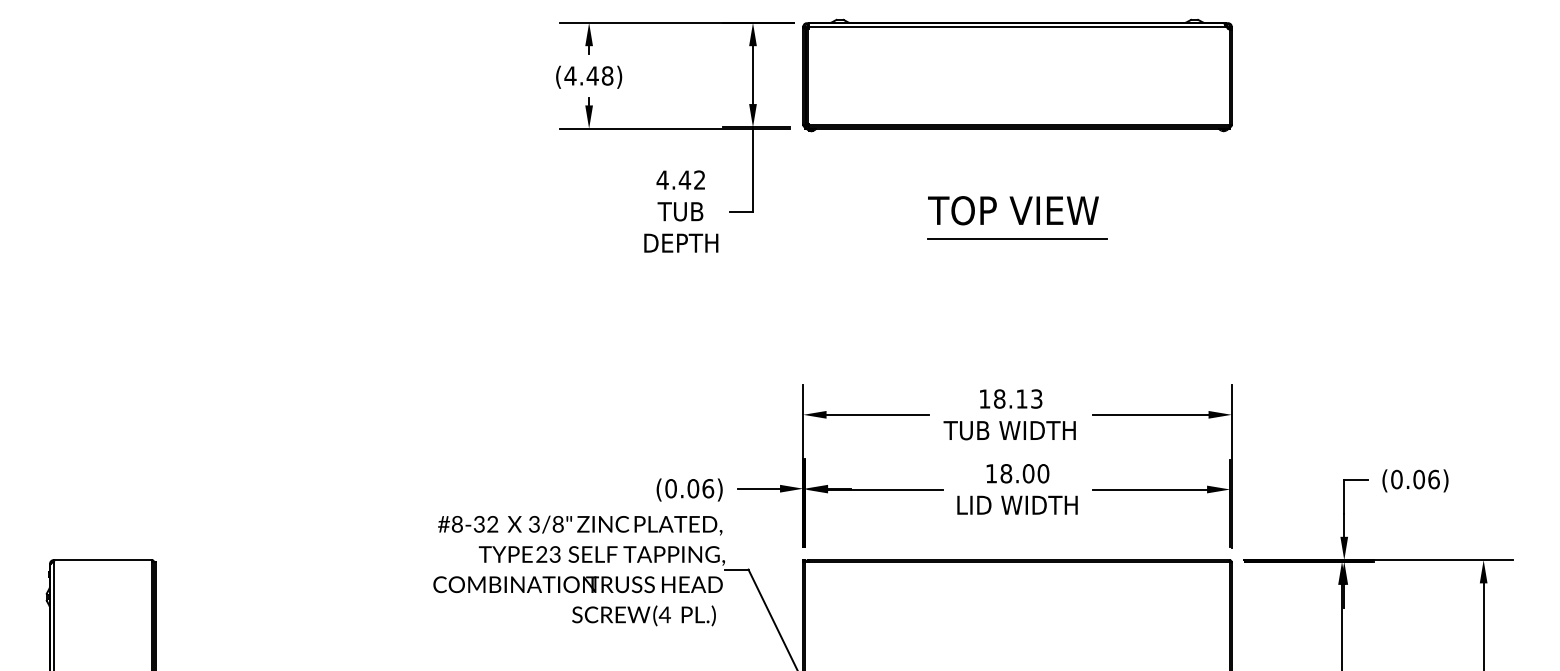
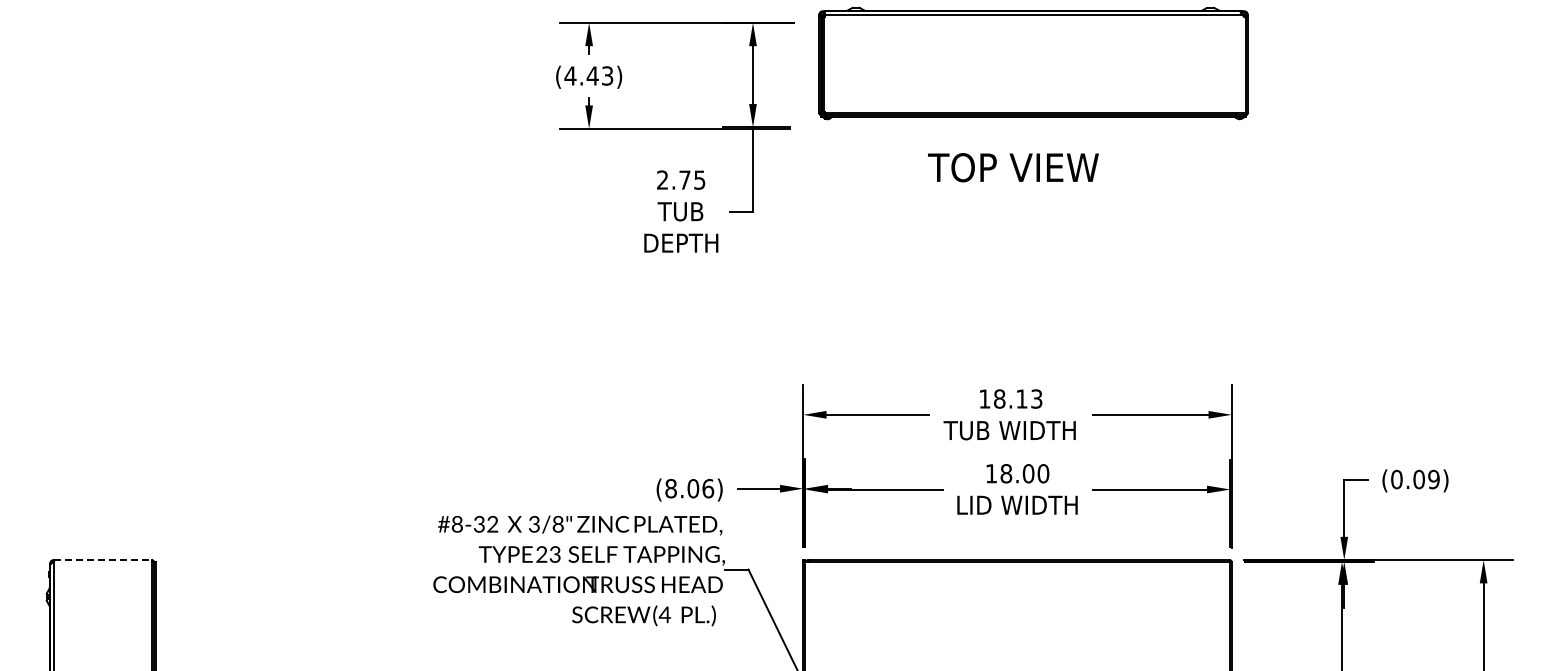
text at (607, 75): (4.48) -> (4.43)
part at (1017, 75) position: (1017, 75) -> (1033, 63)
text at (680, 179): 4.42 -> 2.75
text at (1013, 210) position: (1013, 210) -> (1013, 167)
line at (1017, 238): present -> none
text at (1433, 479): (0.06) -> (0.09)
text at (670, 488): (0.06) -> (8.06)
line at (103, 560): solid -> dashed
